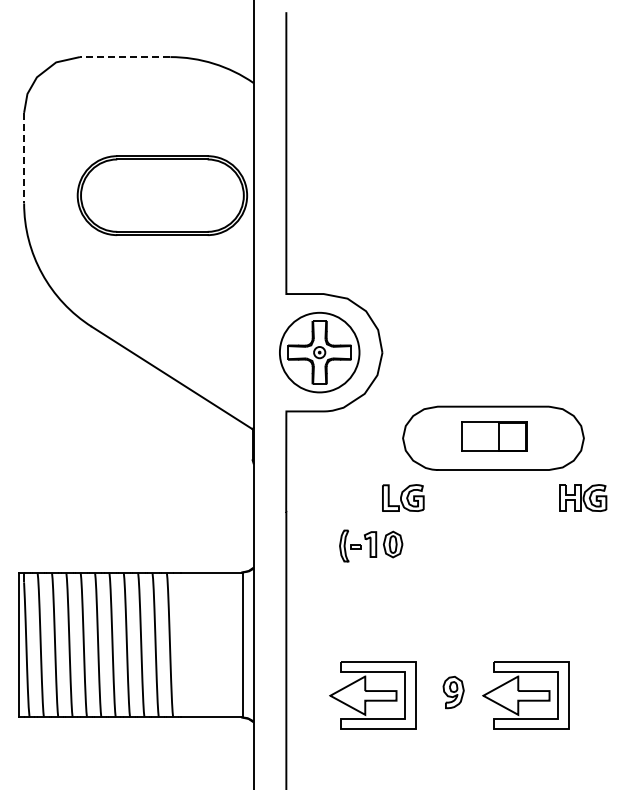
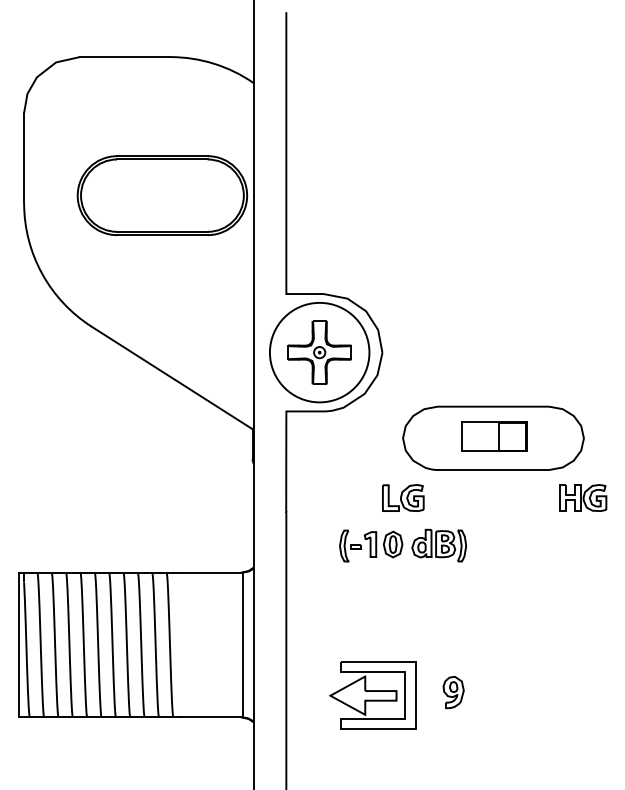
line at (124, 57): dashed -> solid
line at (24, 158): dashed -> solid
circle at (319, 352) diameter: 80 px -> 100 px
part at (439, 545): none -> present
part at (525, 695): present -> none
